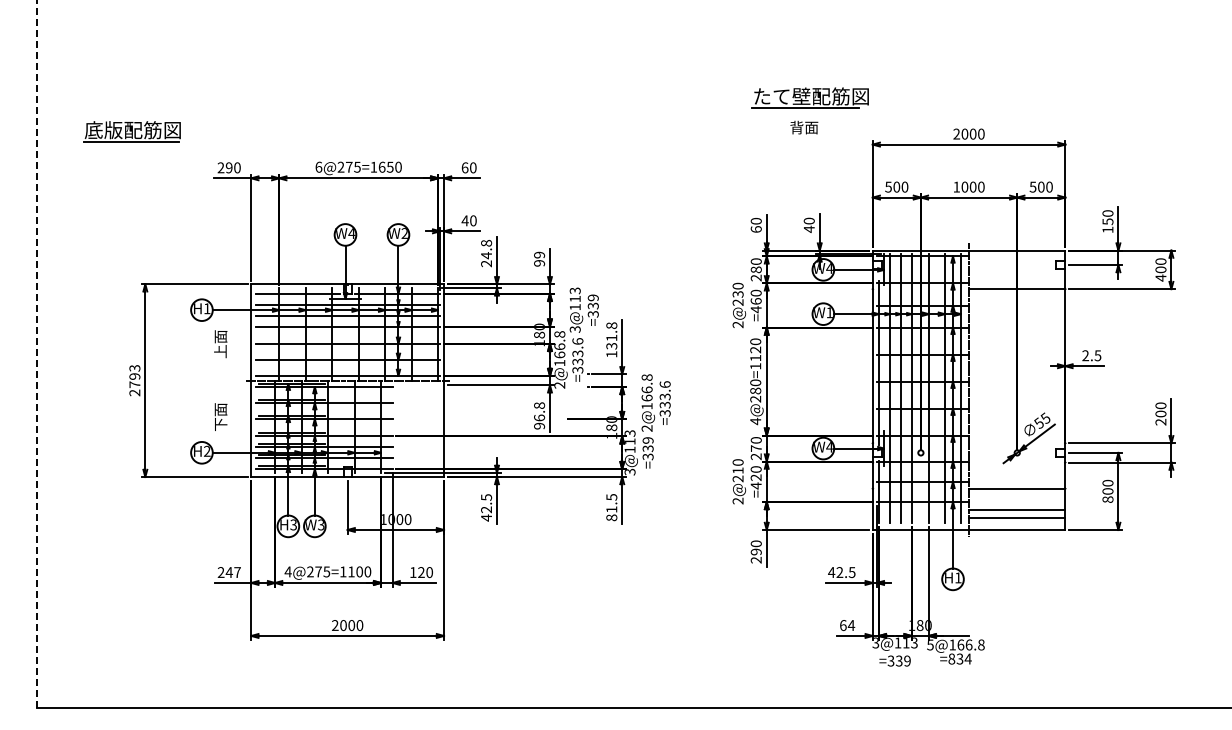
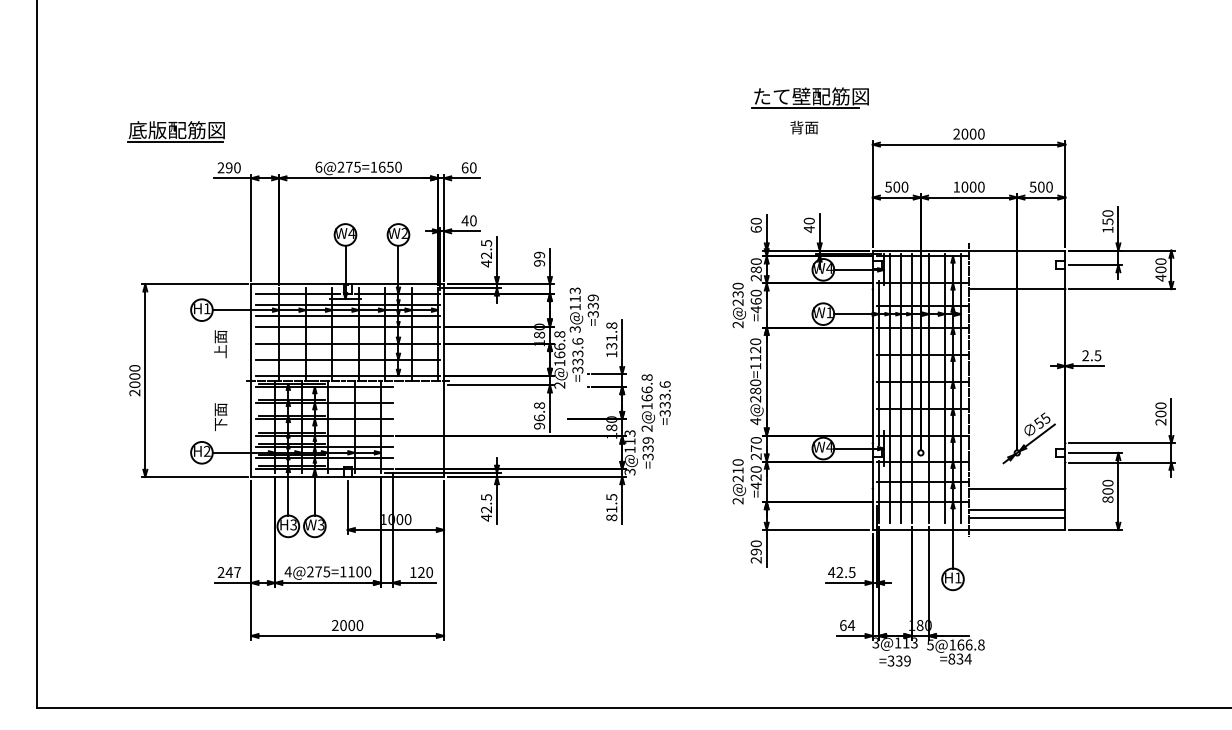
part at (131, 131) position: (131, 131) -> (175, 131)
text at (486, 253): 24.8 -> 42.5
line at (36, 354): dashed -> solid
text at (134, 376): 2793 -> 2000
